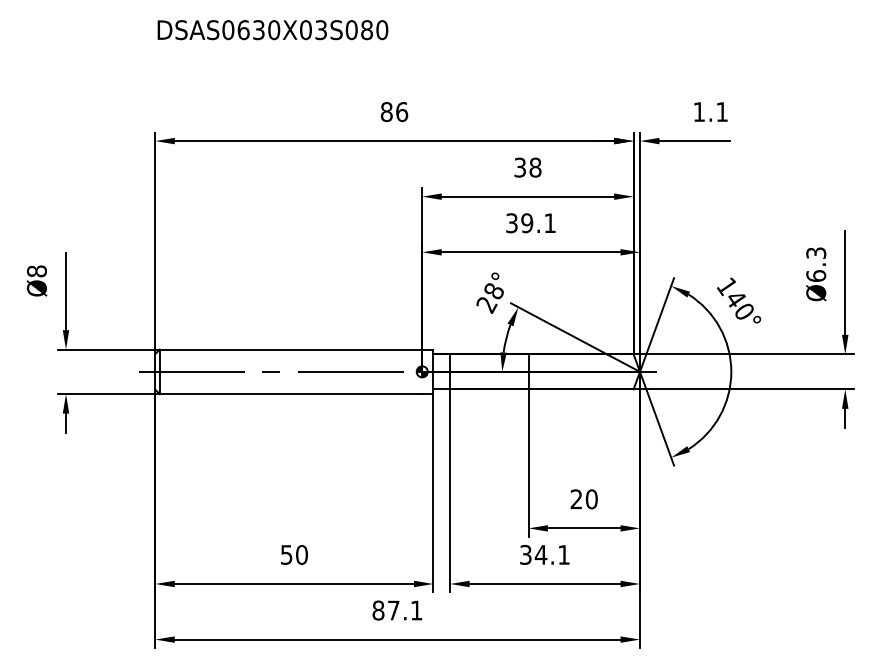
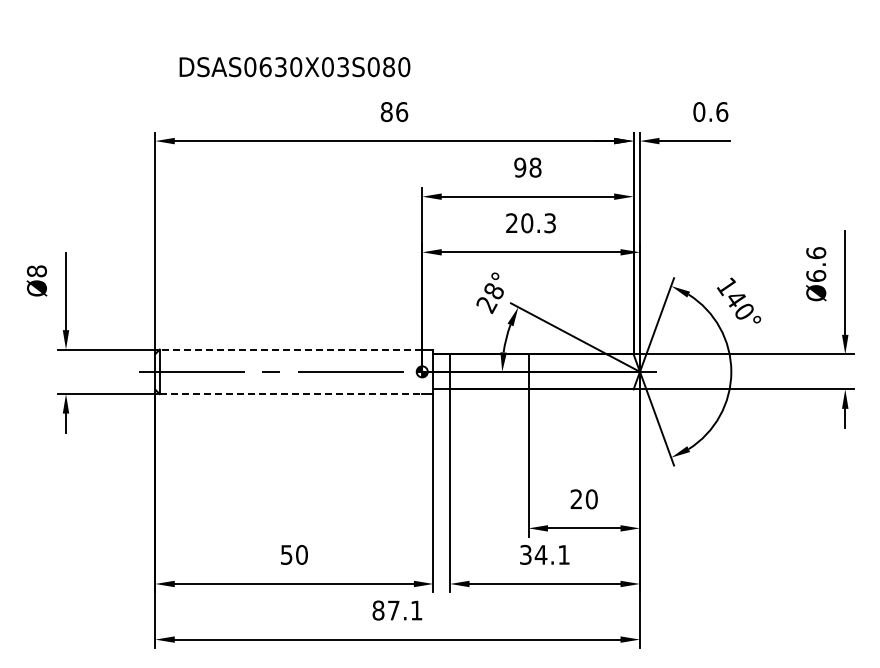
text at (272, 30) position: (272, 30) -> (294, 67)
text at (710, 112): 1.1 -> 0.6
text at (520, 167): 38 -> 98
text at (530, 223): 39.1 -> 20.3
text at (816, 253): Ø6.3 -> Ø6.6
line at (290, 349): solid -> dashed
line at (291, 394): solid -> dashed
